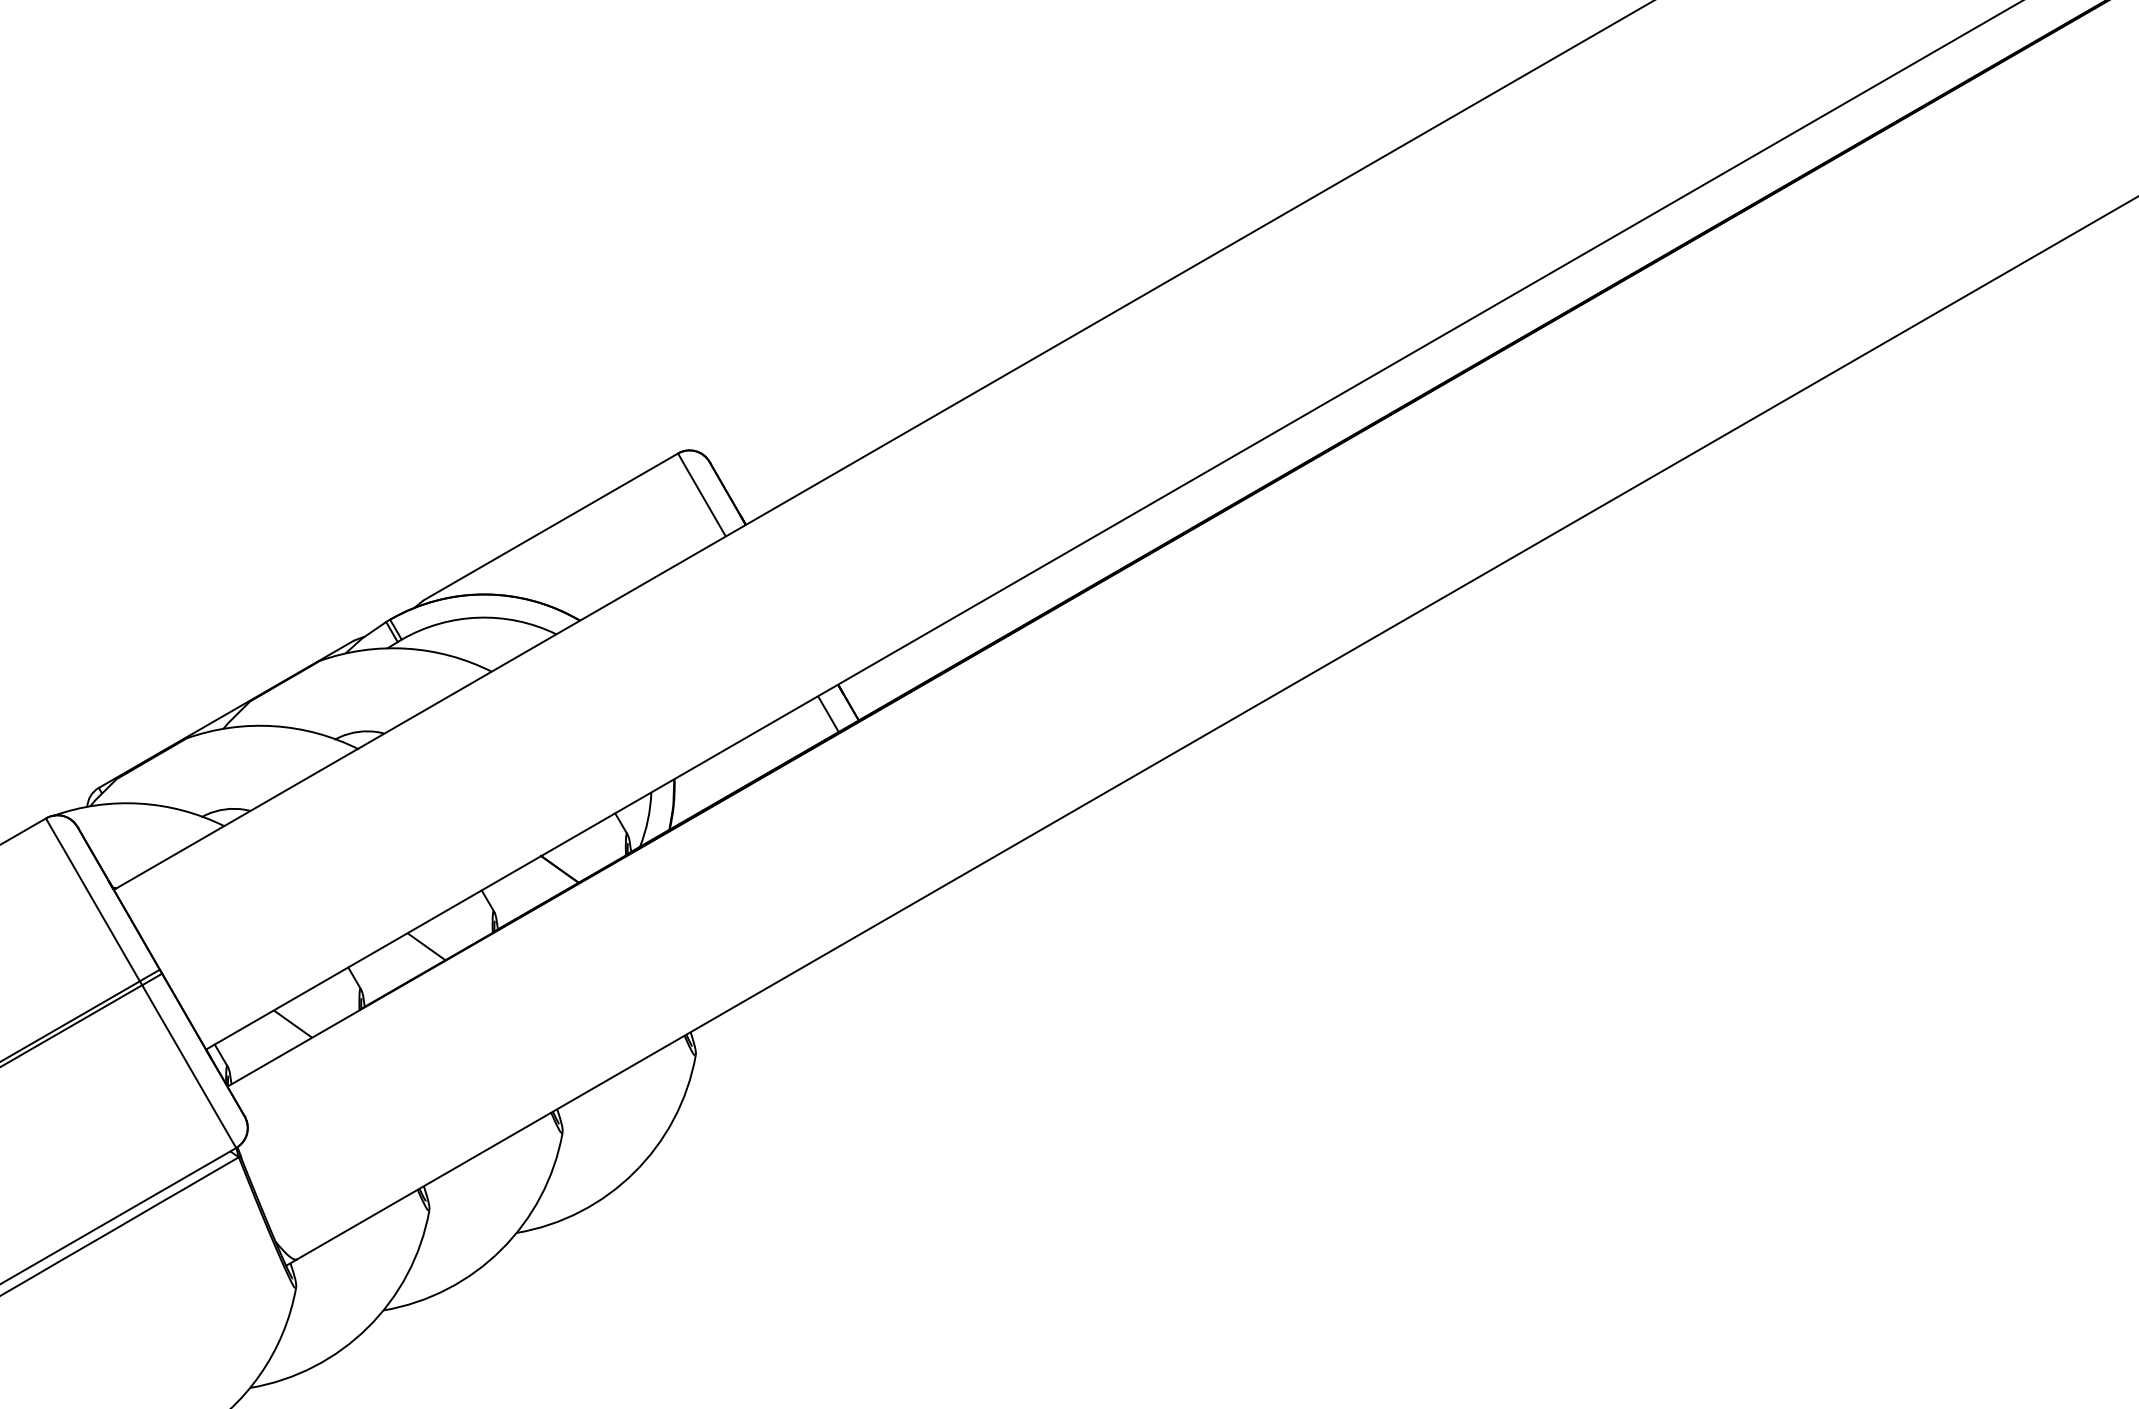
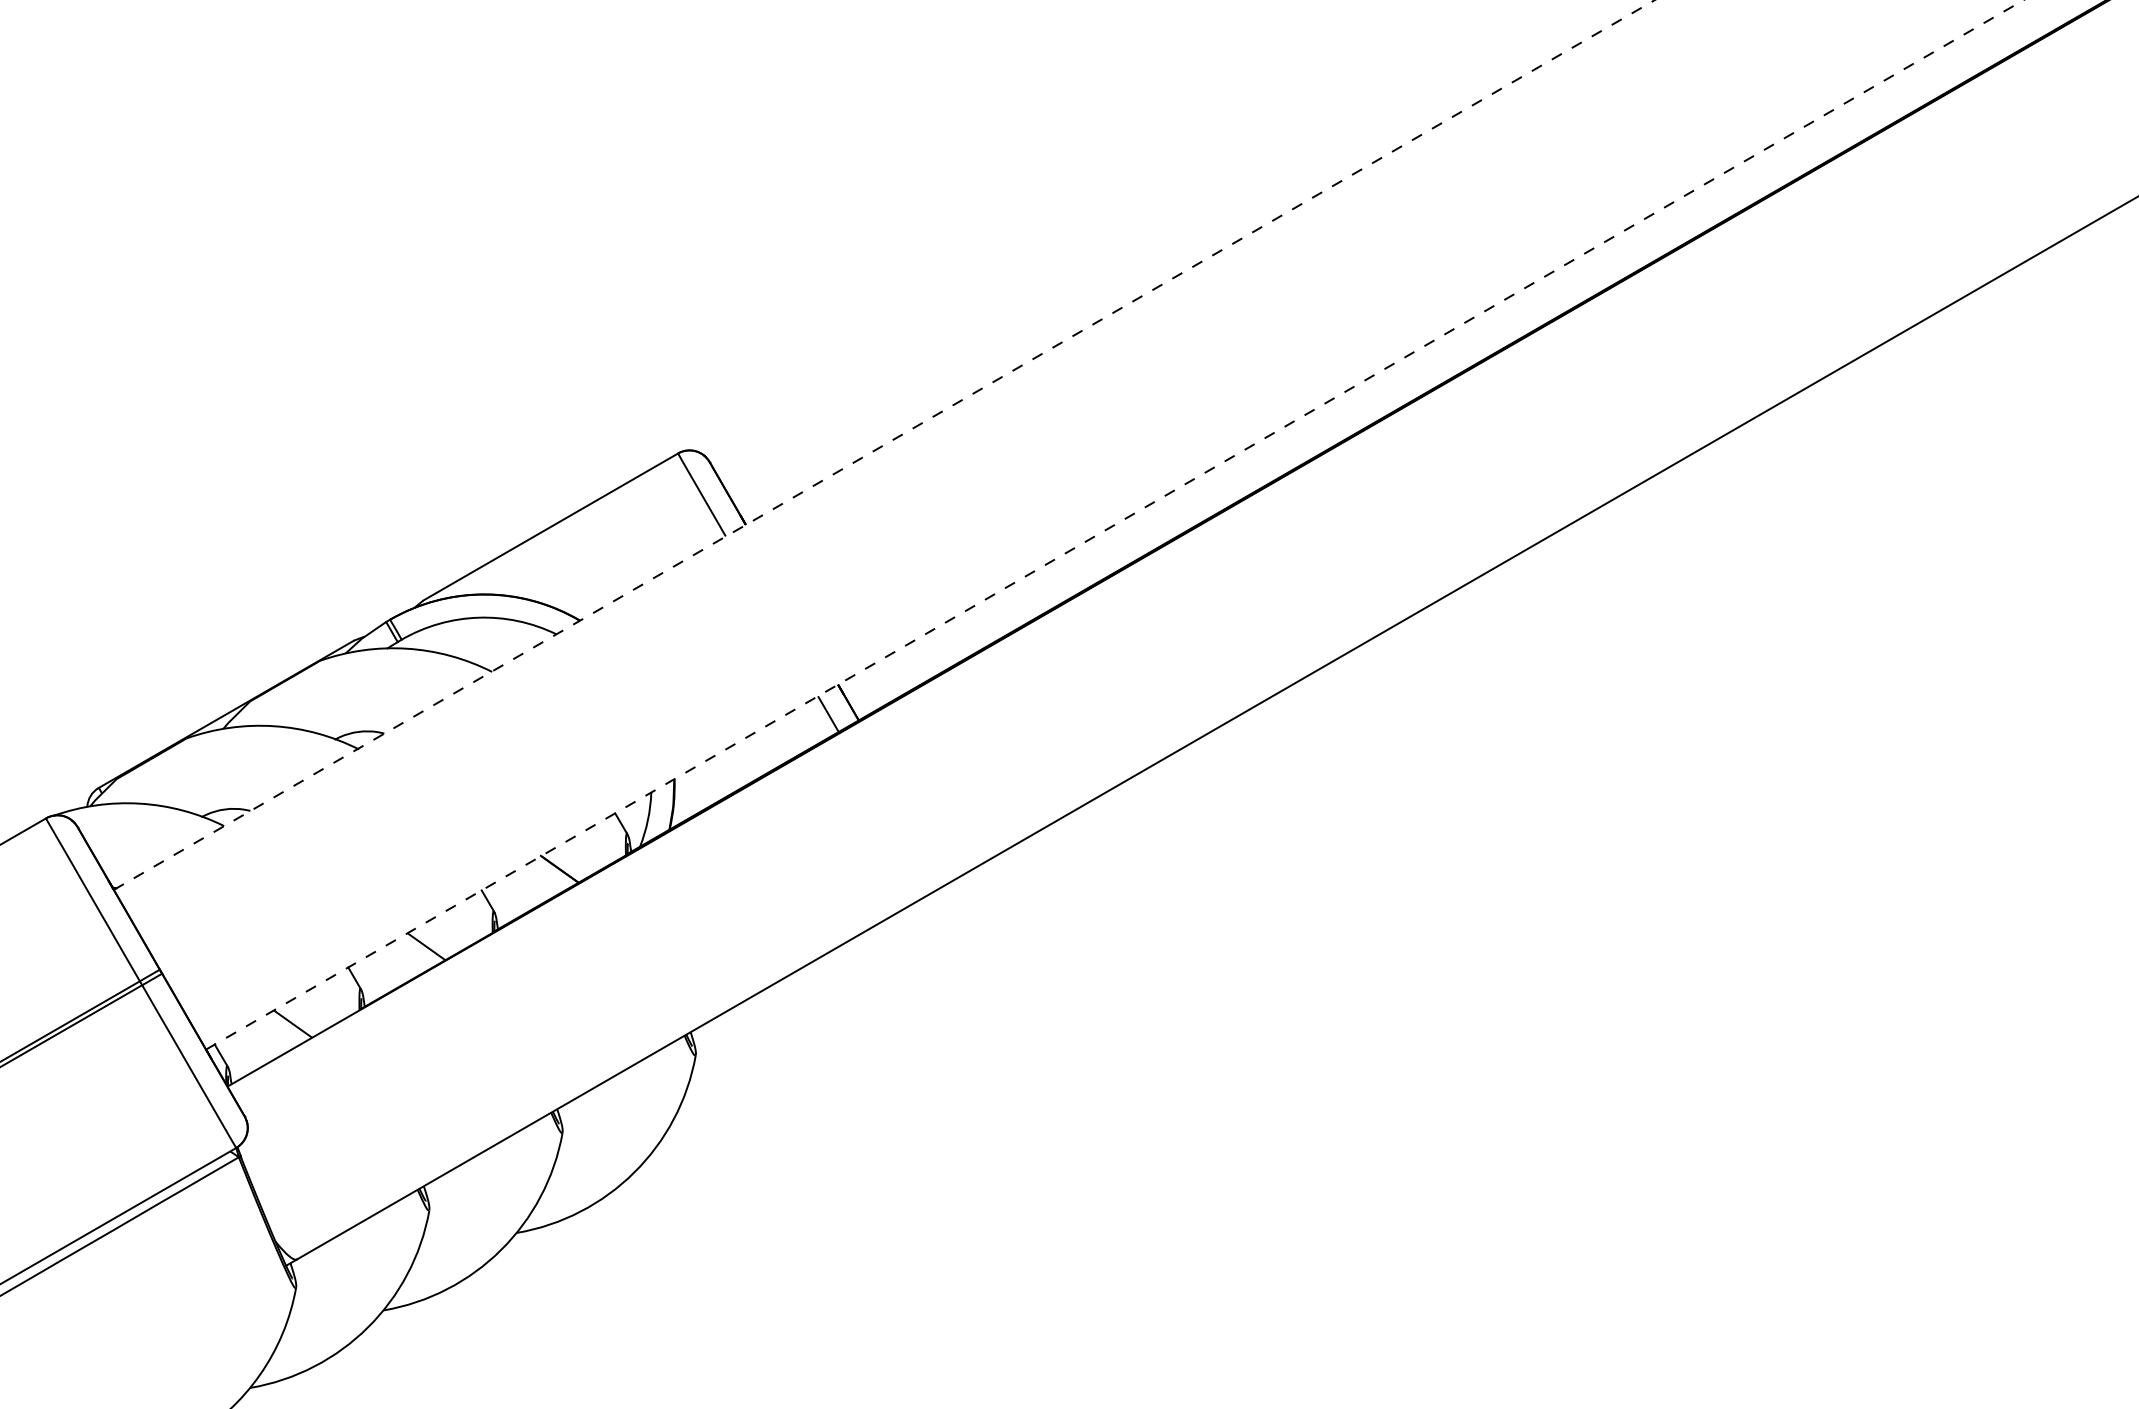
line at (883, 445): solid -> dashed
line at (1115, 524): solid -> dashed
